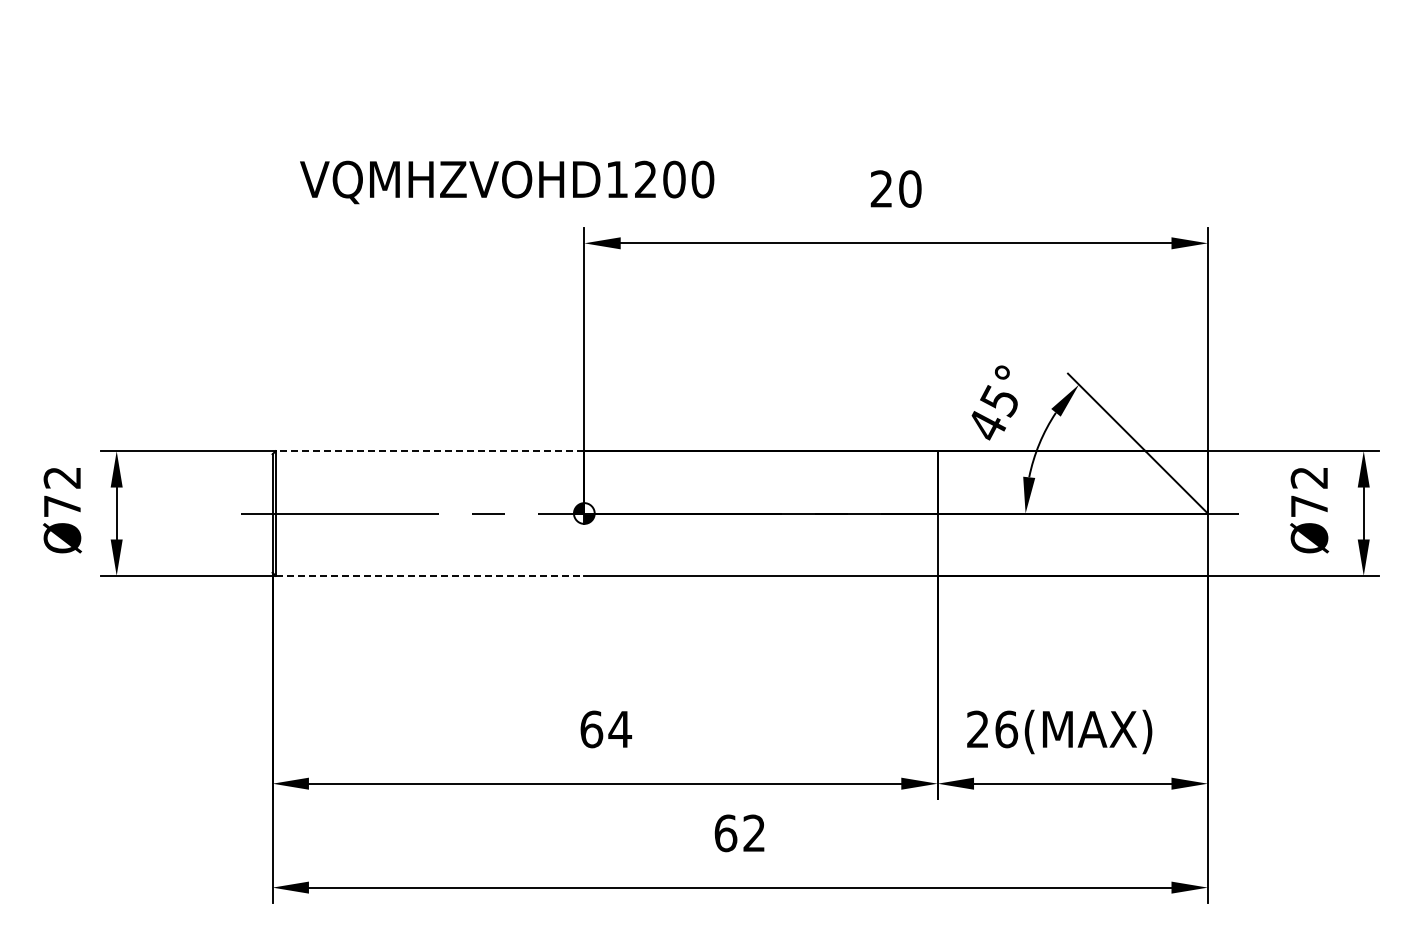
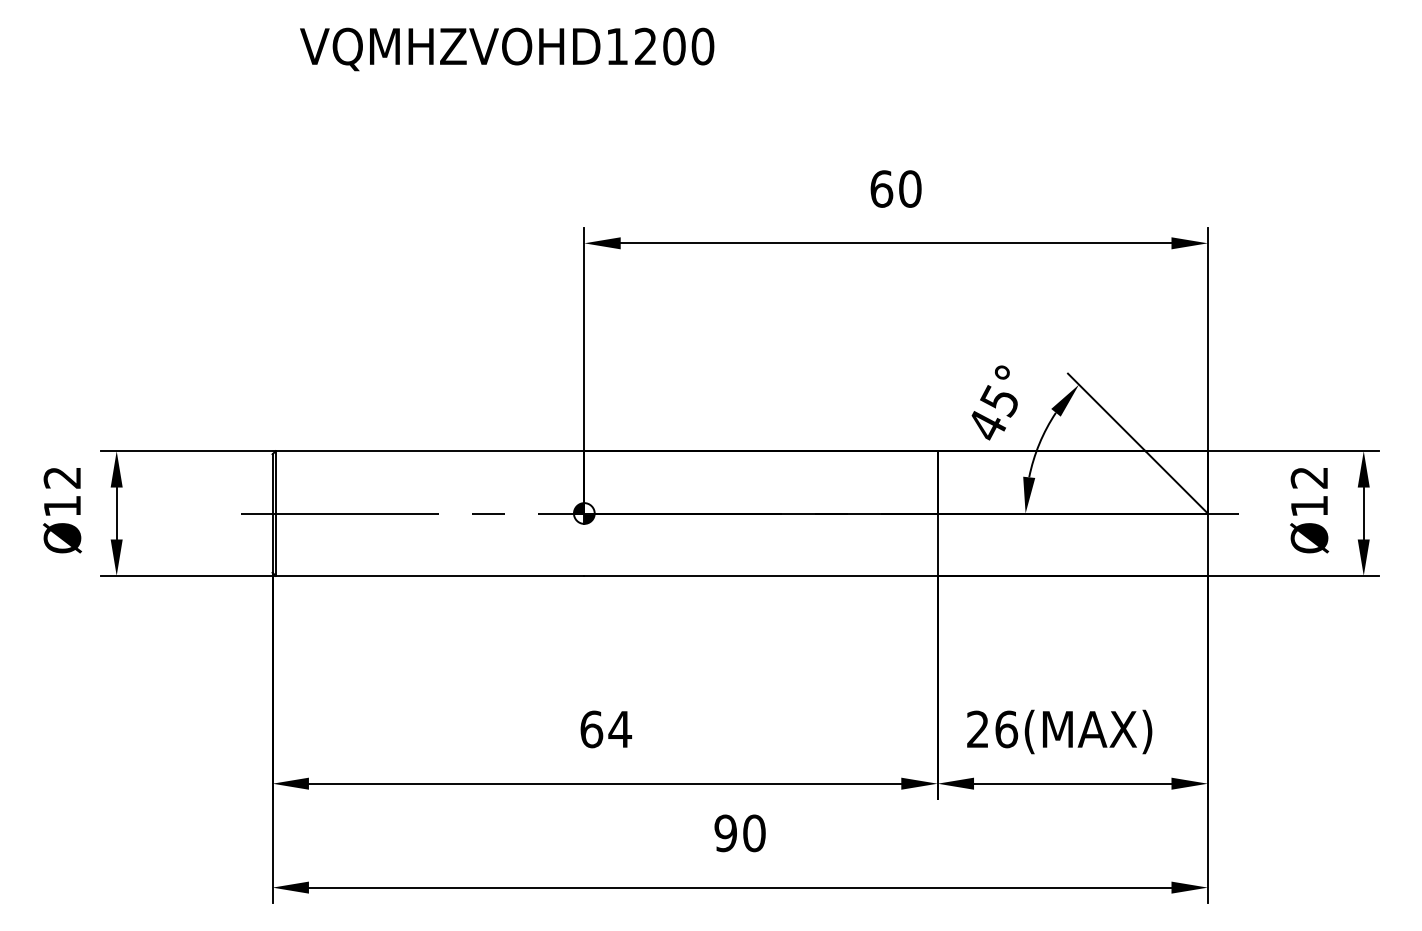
text at (507, 182) position: (507, 182) -> (507, 49)
text at (881, 188): 20 -> 60
line at (429, 451): dashed -> solid
text at (62, 505): Ø72 -> Ø12
text at (1309, 505): Ø72 -> Ø12
line at (430, 575): dashed -> solid
text at (739, 833): 62 -> 90
